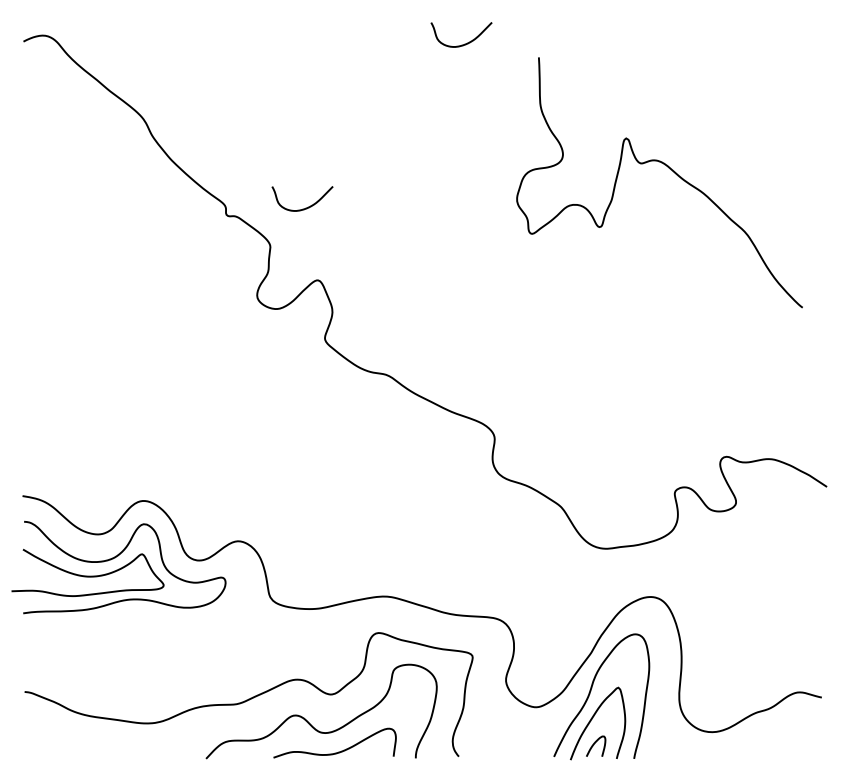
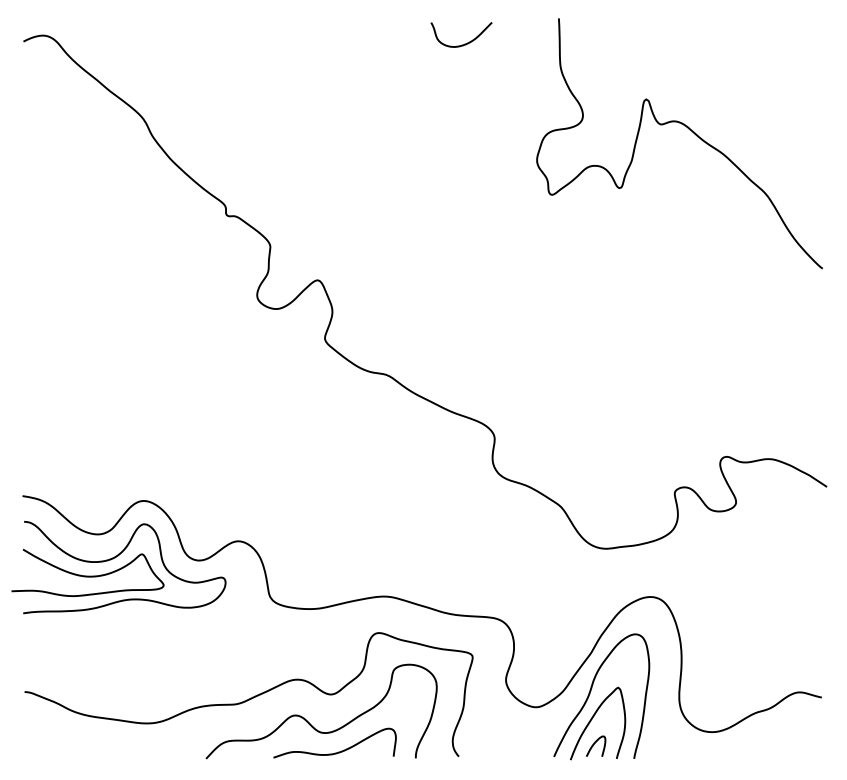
curve at (669, 169) position: (669, 169) -> (689, 130)
curve at (305, 207): present -> none
